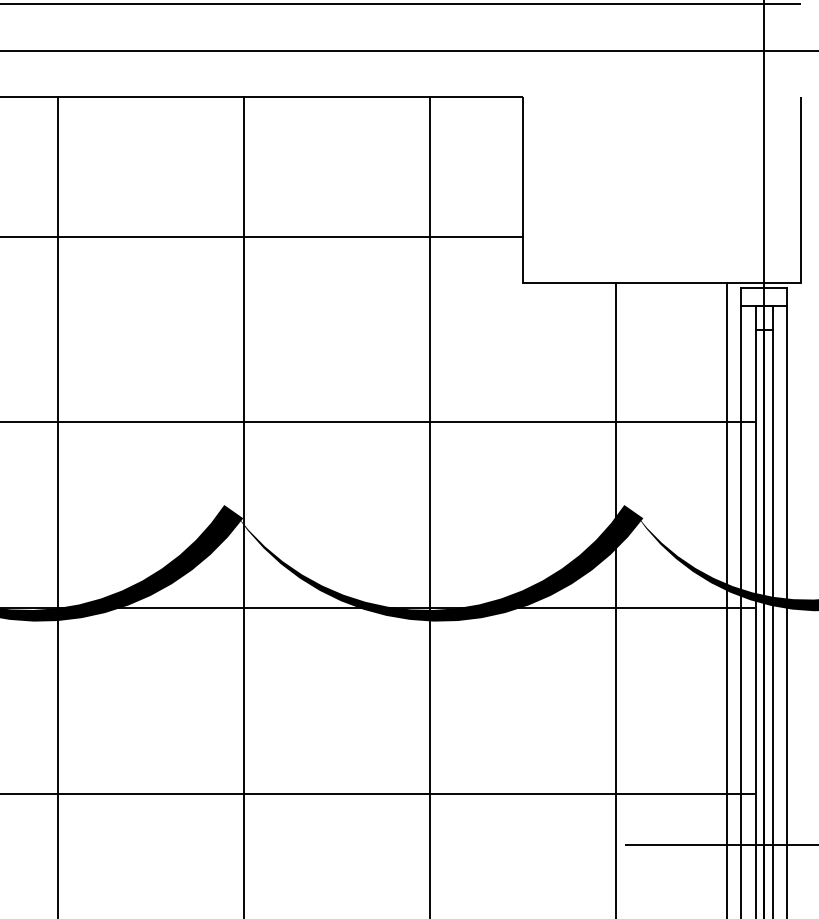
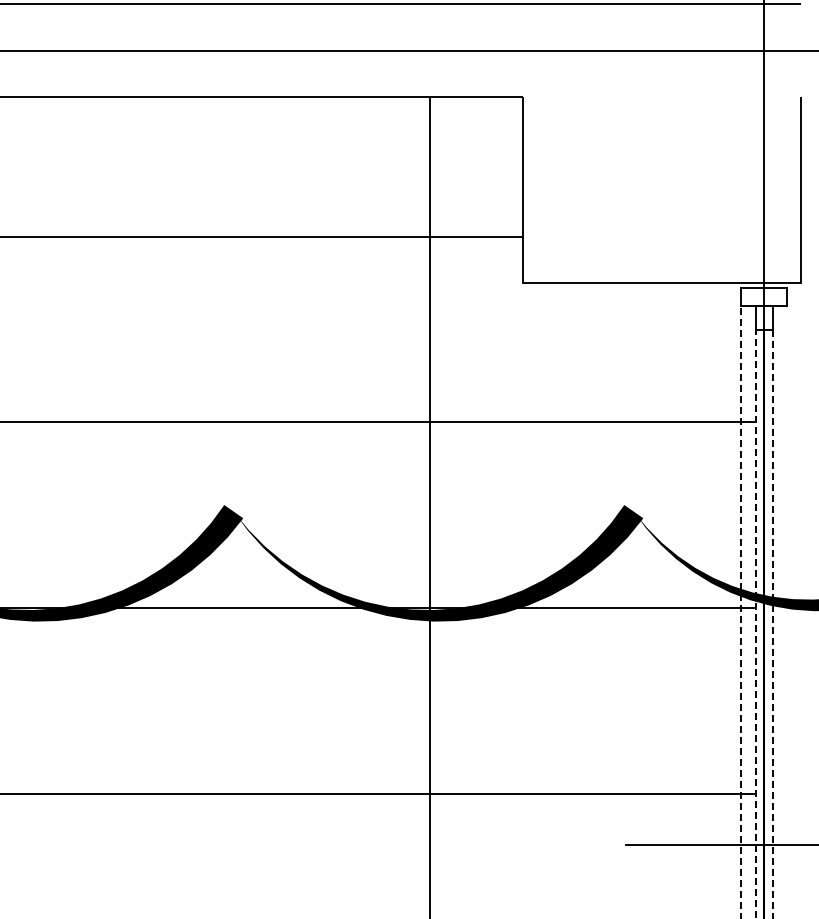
line at (58, 506): present -> none
line at (243, 506): present -> none
line at (615, 599): present -> none
line at (727, 599): present -> none
line at (787, 610): present -> none
line at (740, 612): solid -> dashed
line at (755, 623): solid -> dashed
line at (772, 624): solid -> dashed
